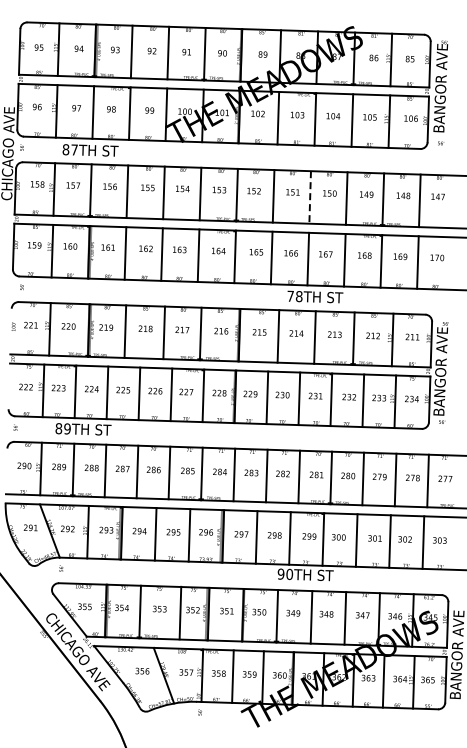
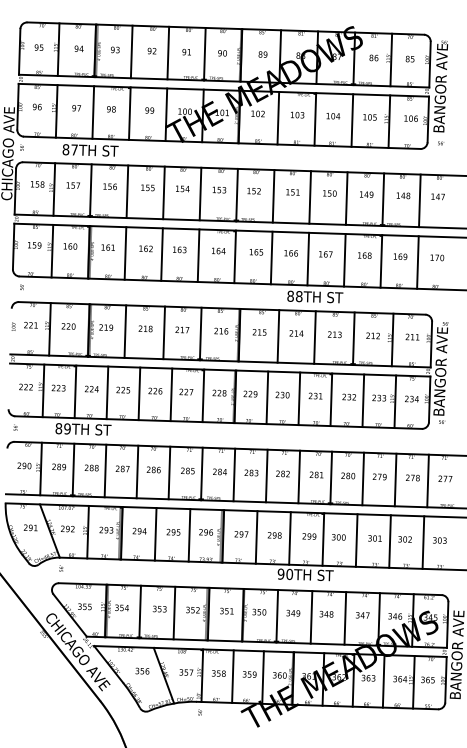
line at (310, 197): dashed -> solid
text at (290, 295): 78TH -> 88TH
line at (180, 612) position: (180, 612) -> (174, 612)
